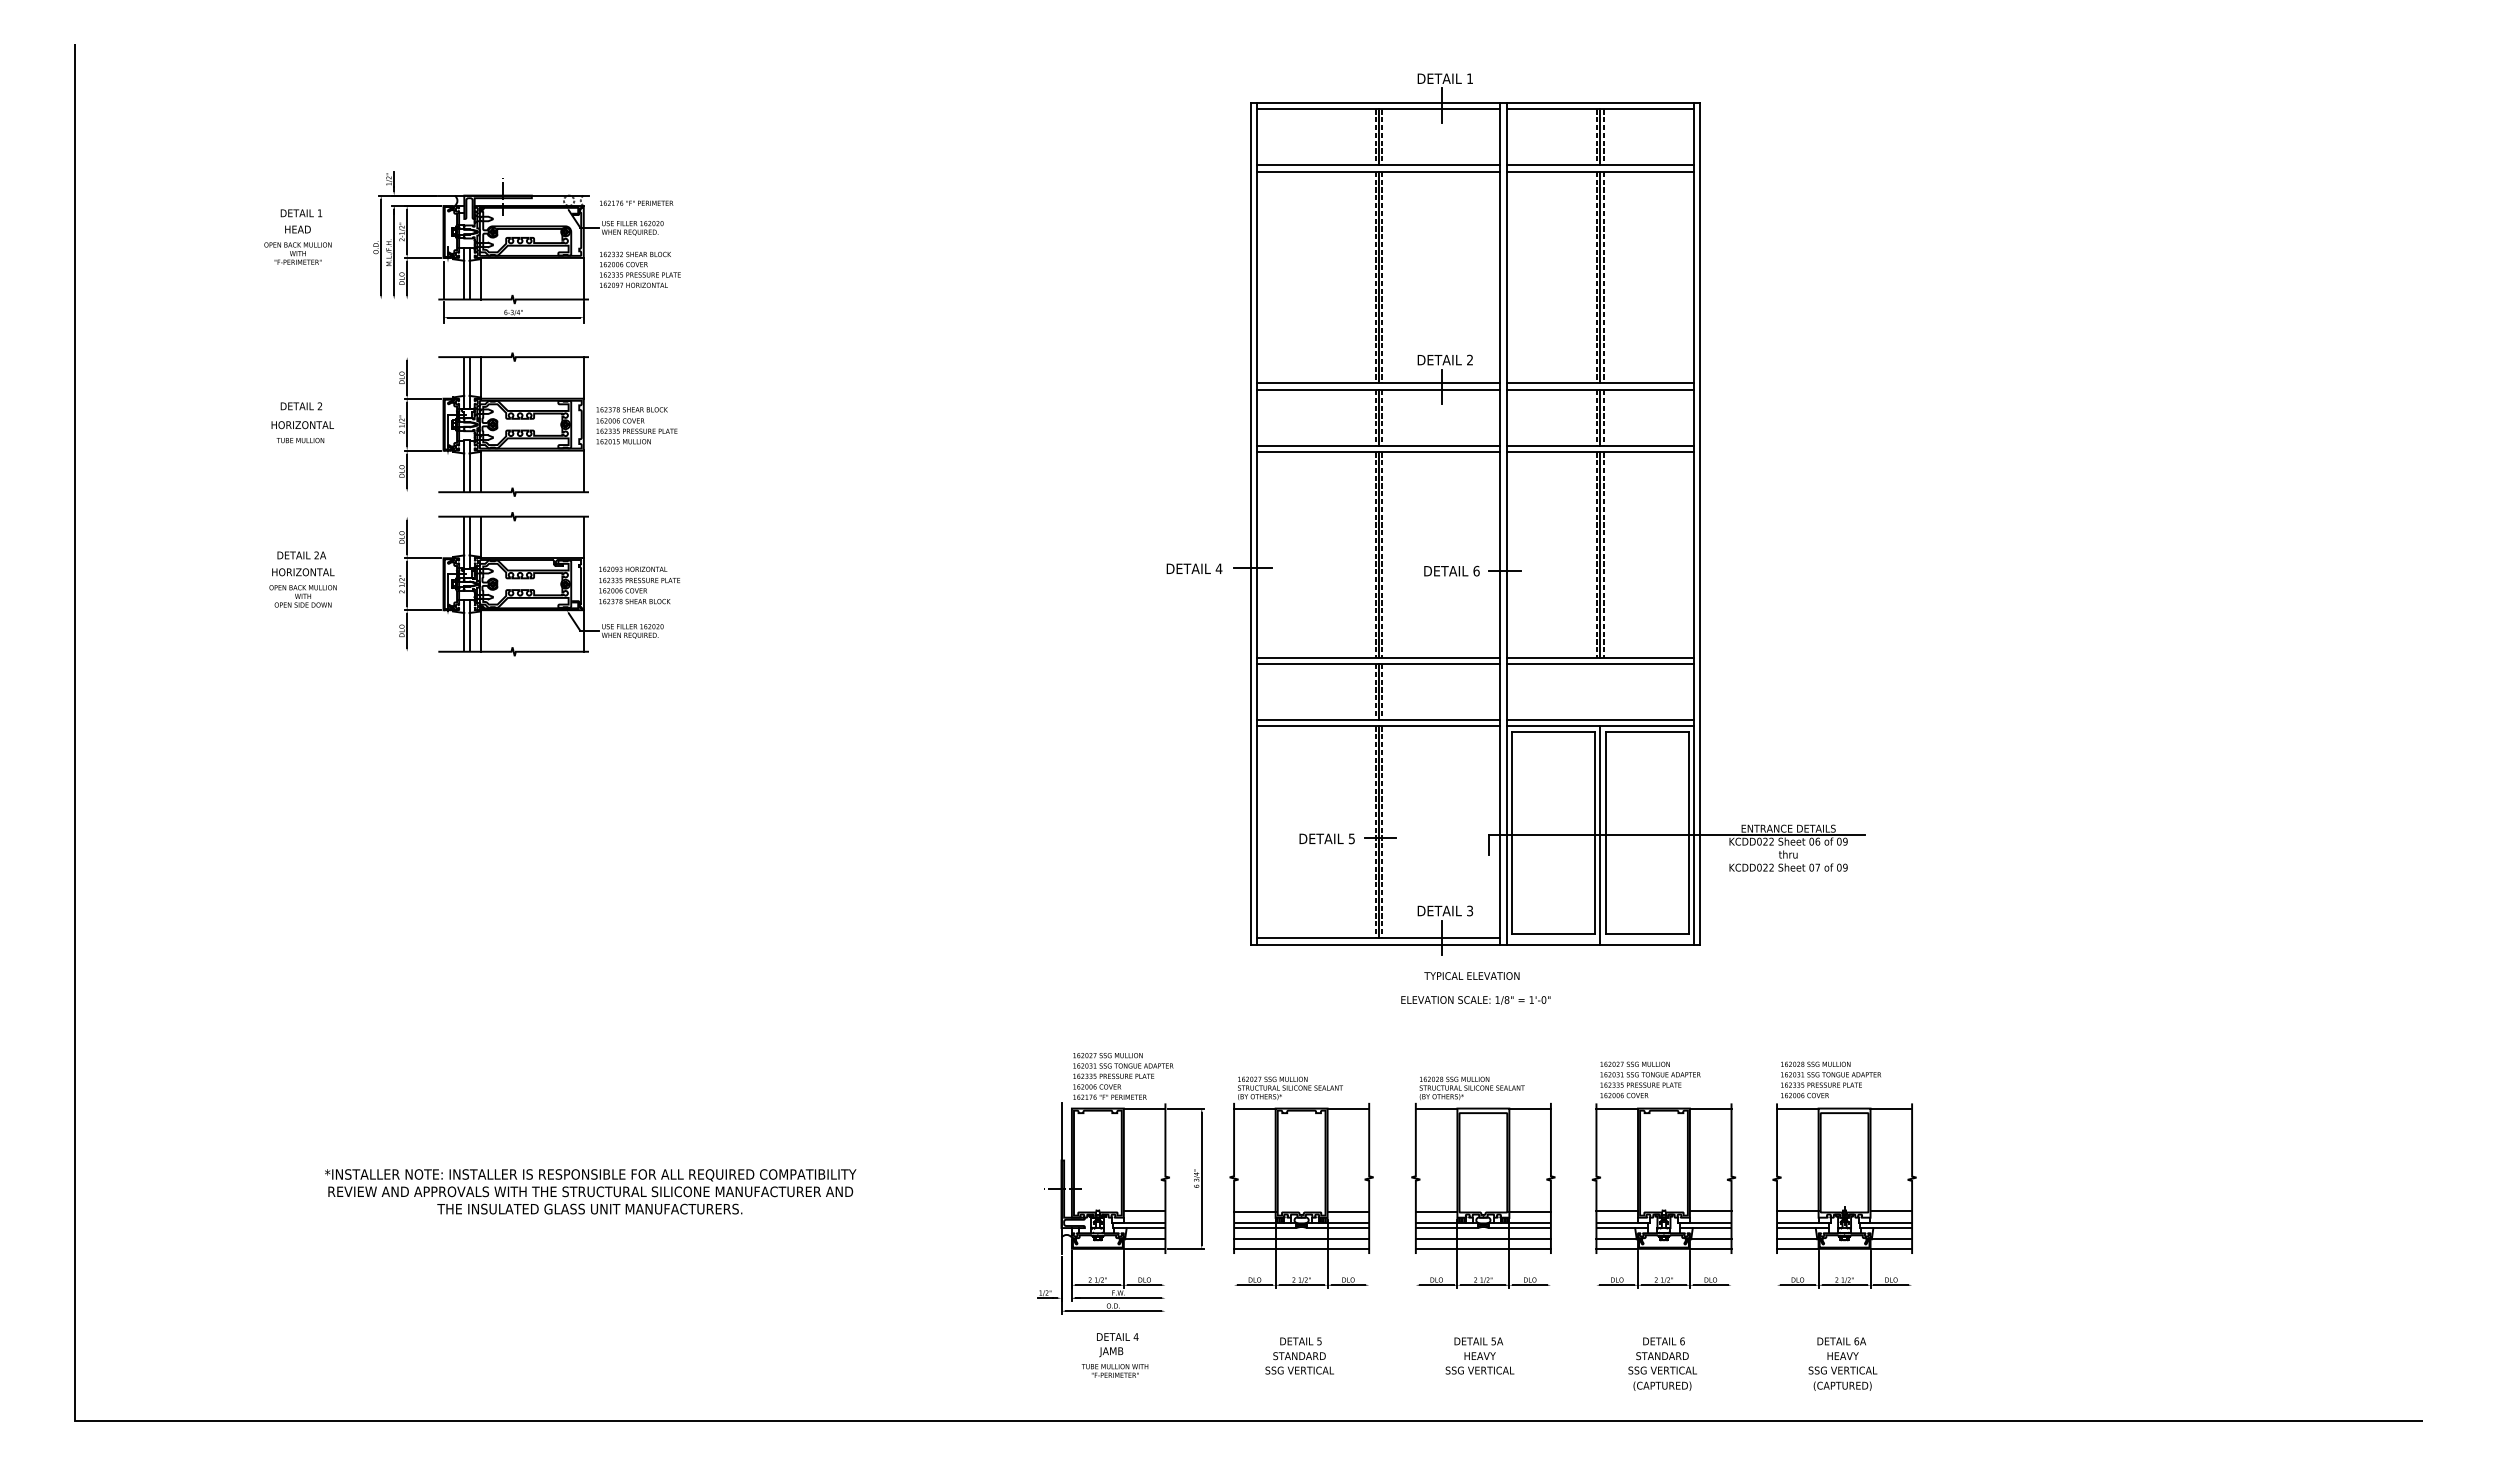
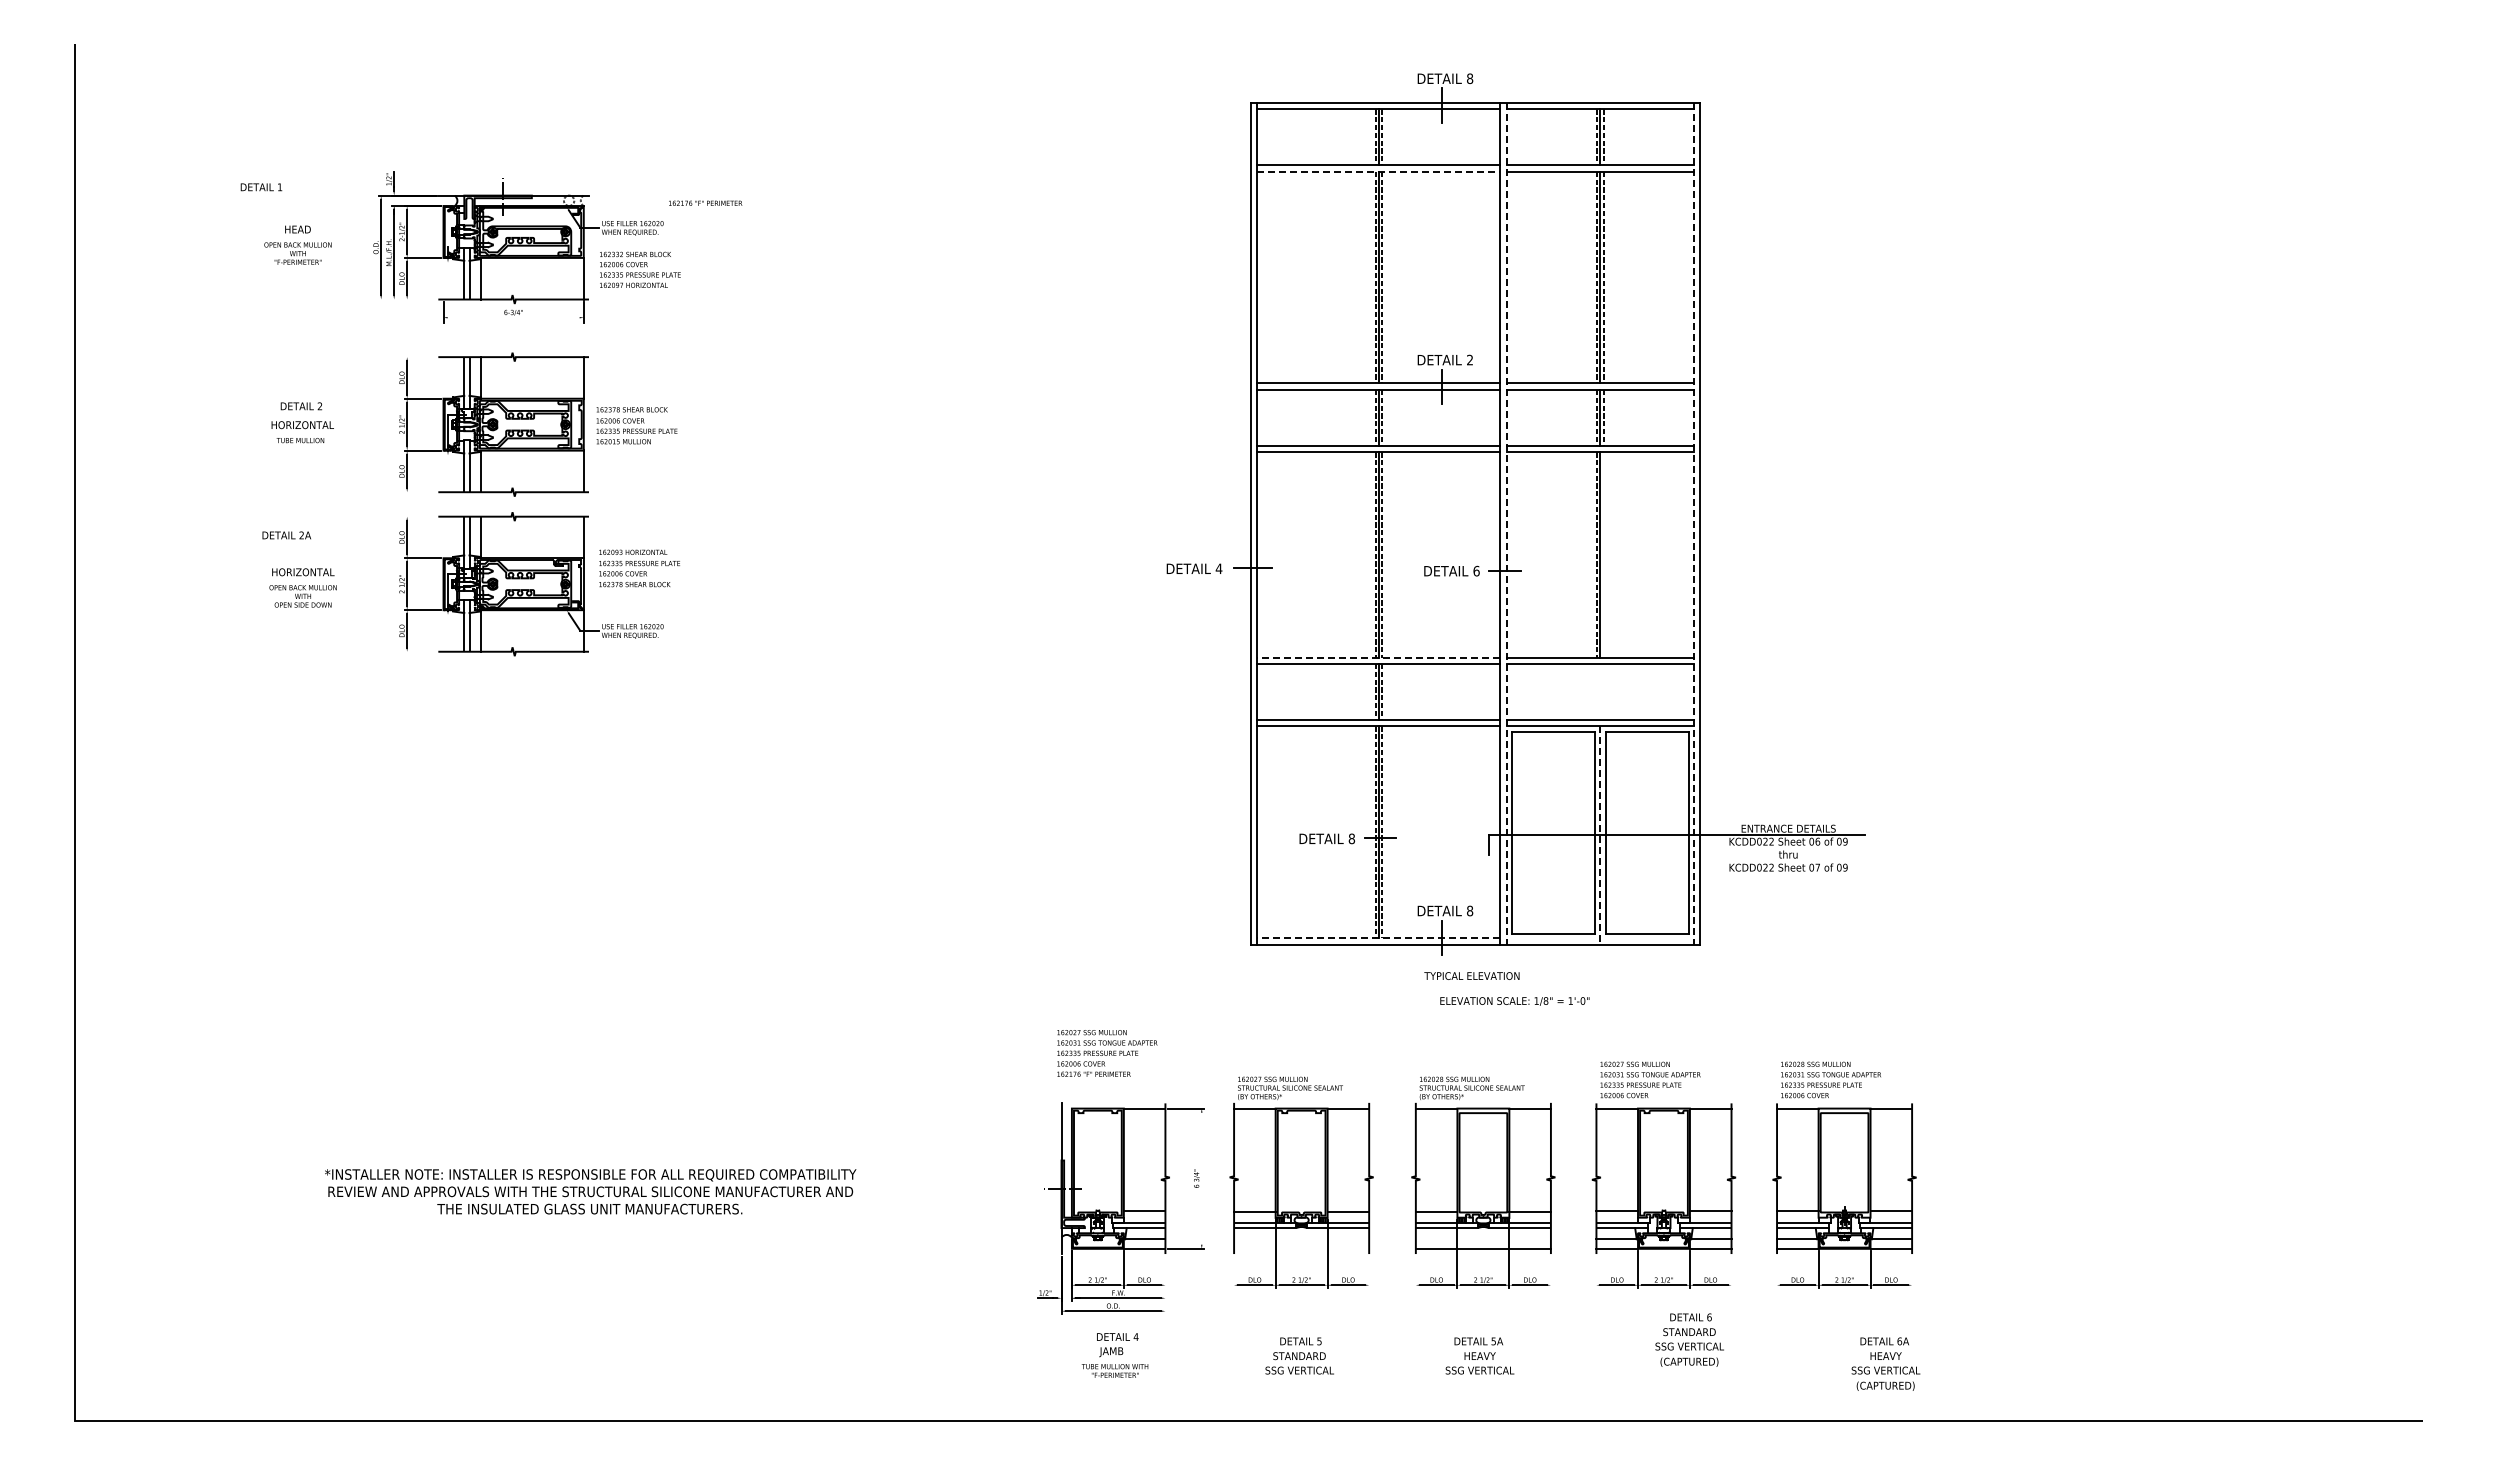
text at (1470, 78): 1 -> 8
line at (1379, 171): solid -> dashed
text at (636, 202) position: (636, 202) -> (705, 202)
text at (301, 213) position: (301, 213) -> (261, 187)
line at (443, 279): present -> none
line at (513, 317): present -> none
line at (1506, 523): solid -> dashed
line at (1693, 523): solid -> dashed
line at (1603, 554): present -> none
text at (301, 555) position: (301, 555) -> (286, 535)
text at (639, 585) position: (639, 585) -> (639, 568)
line at (1378, 657): solid -> dashed
line at (1600, 835): solid -> dashed
text at (1351, 838): 5 -> 8
text at (1470, 910): 3 -> 8
line at (1378, 938): solid -> dashed
text at (1475, 1000) position: (1475, 1000) -> (1514, 1001)
text at (1123, 1076) position: (1123, 1076) -> (1107, 1053)
line at (1201, 1178): present -> none
line at (1301, 1239): present -> none
line at (1482, 1239): present -> none
line at (1301, 1248): present -> none
text at (1662, 1363) position: (1662, 1363) -> (1689, 1339)
text at (1842, 1363) position: (1842, 1363) -> (1885, 1363)
